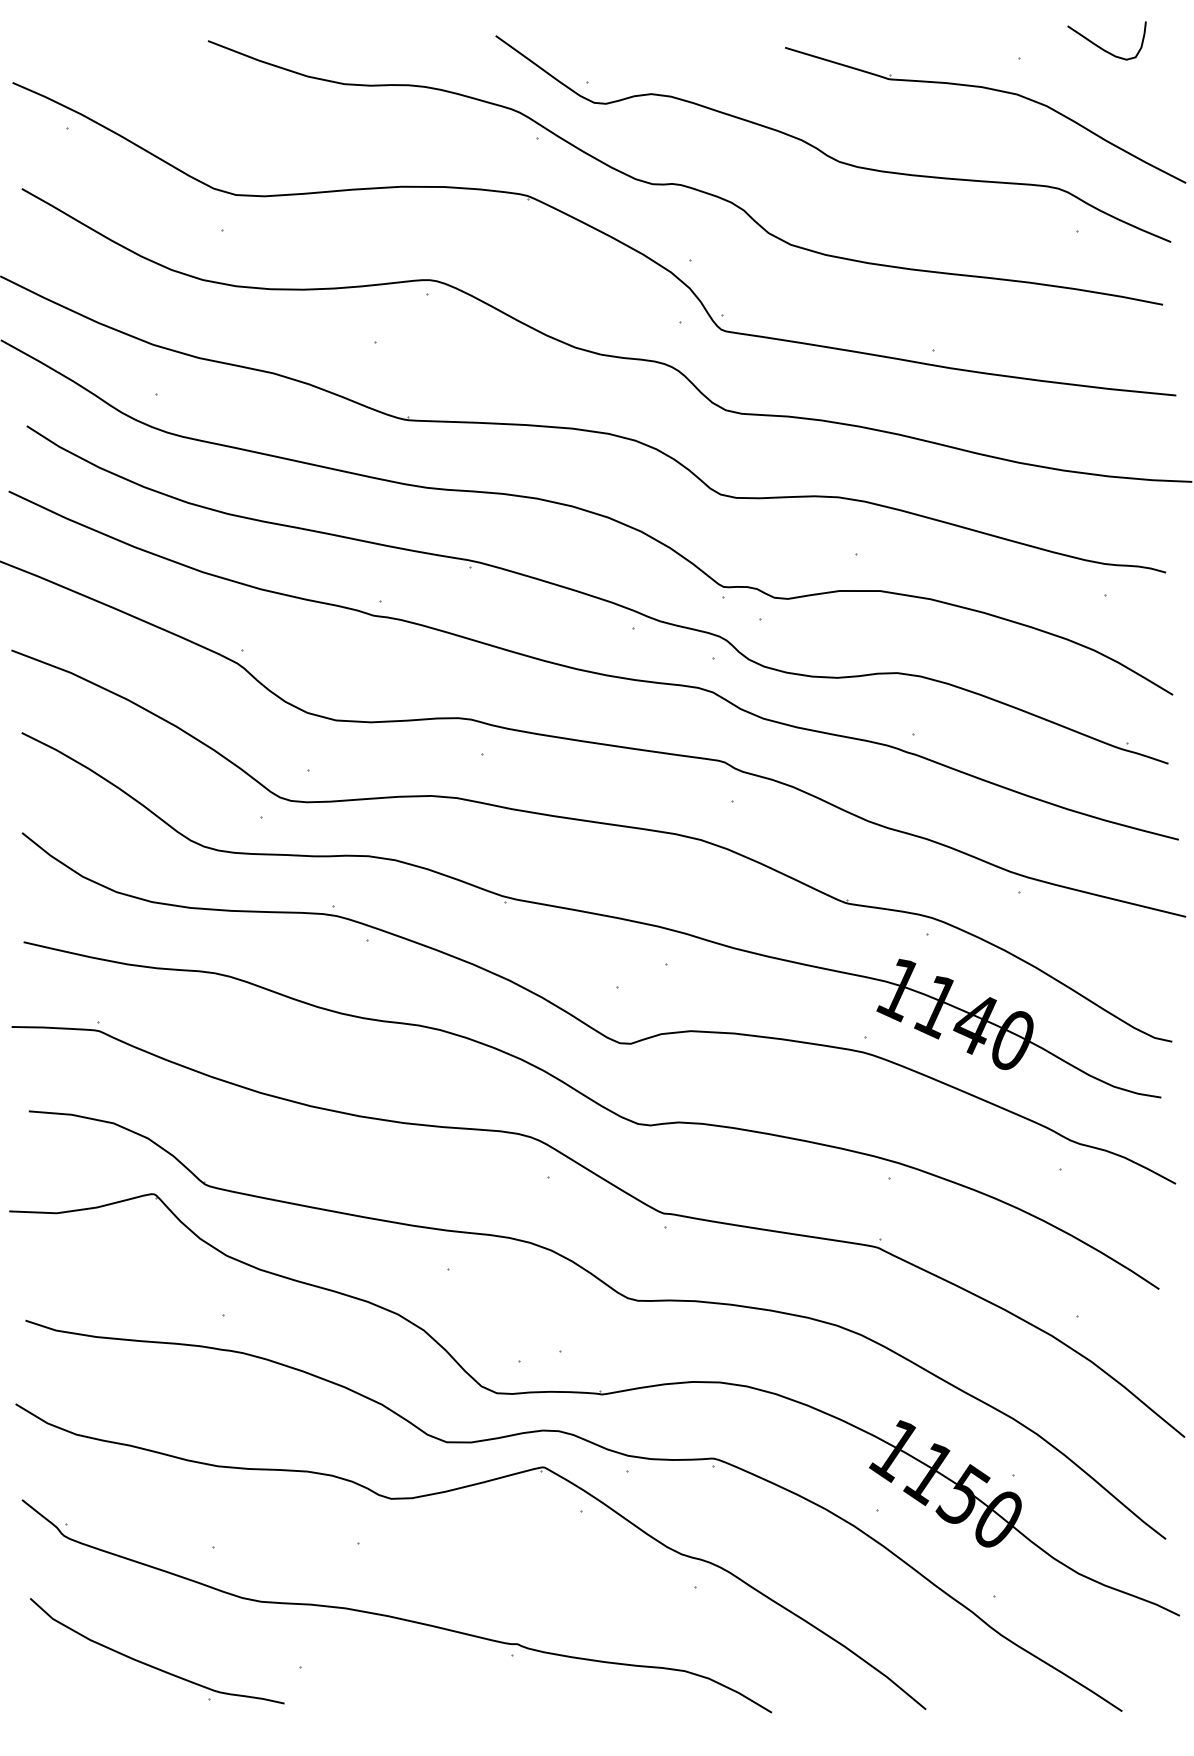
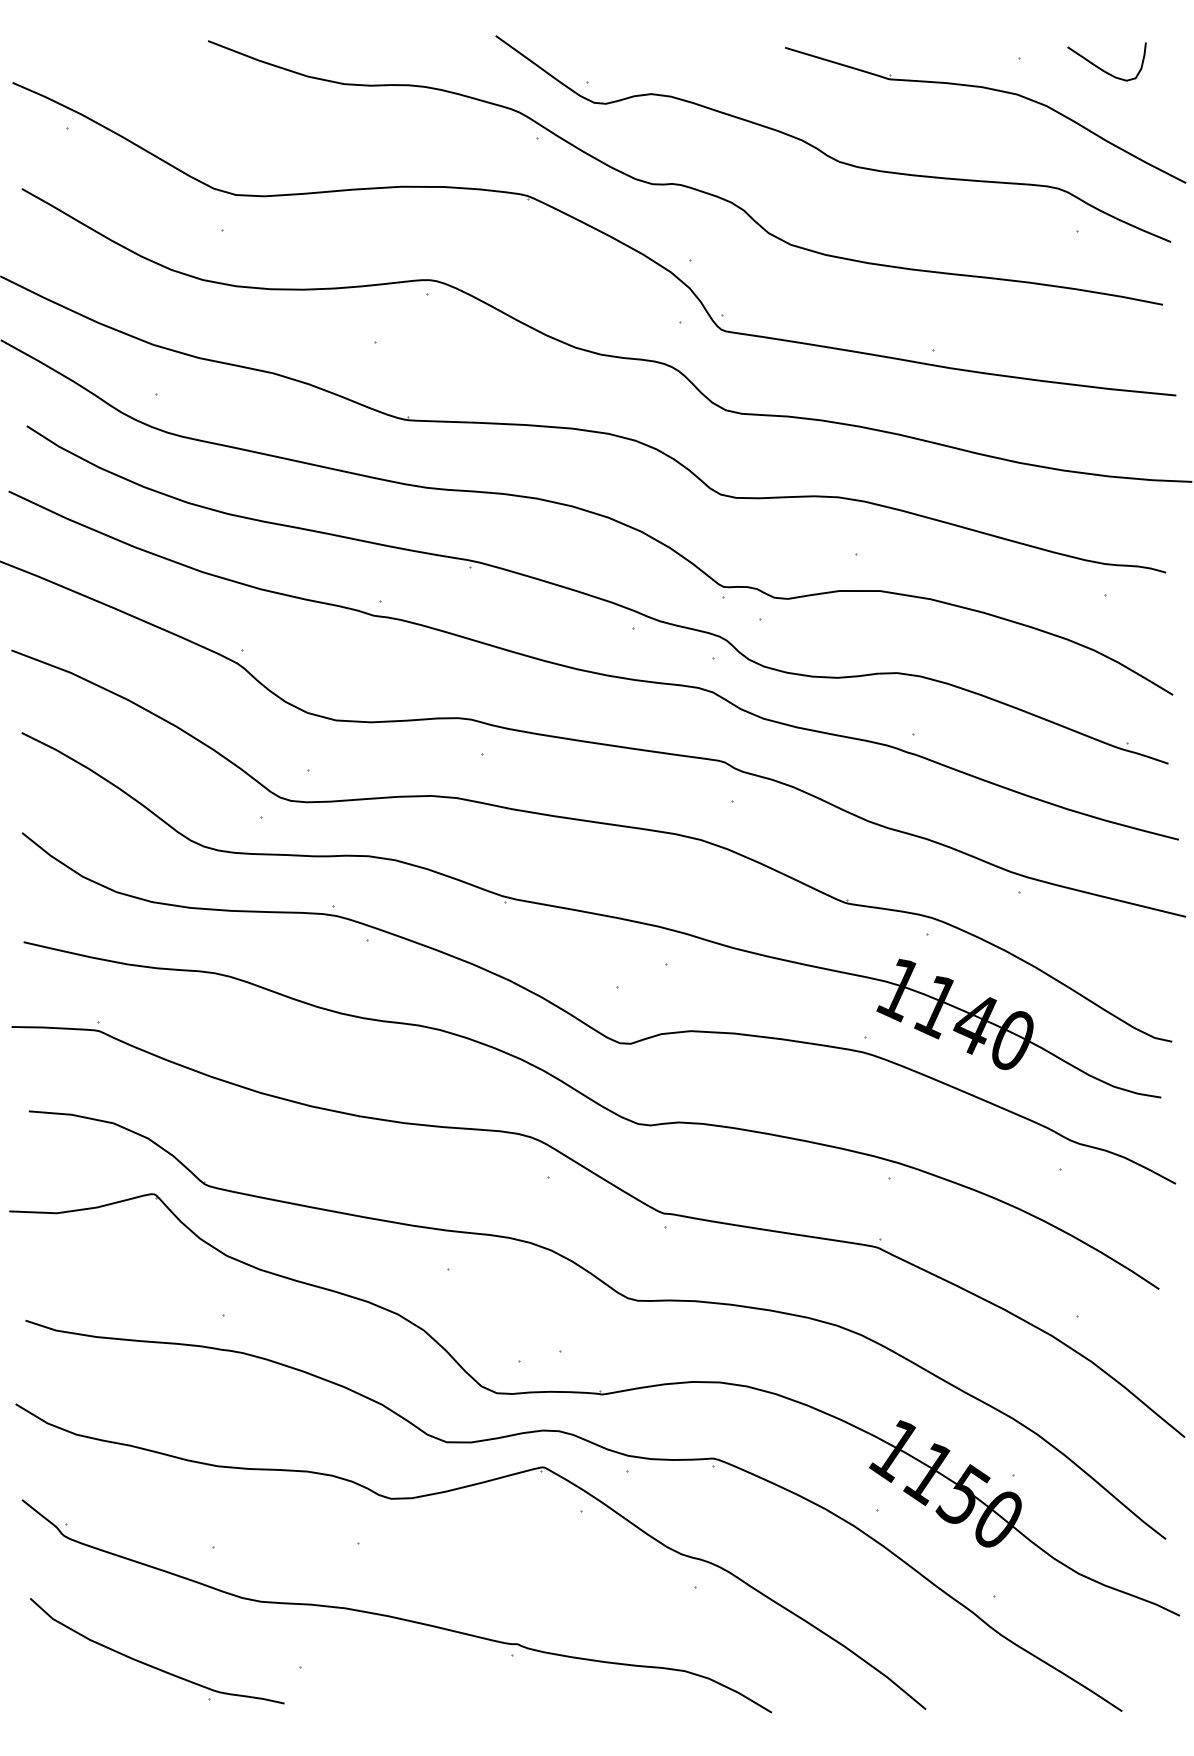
curve at (1100, 46) position: (1100, 46) -> (1100, 67)
